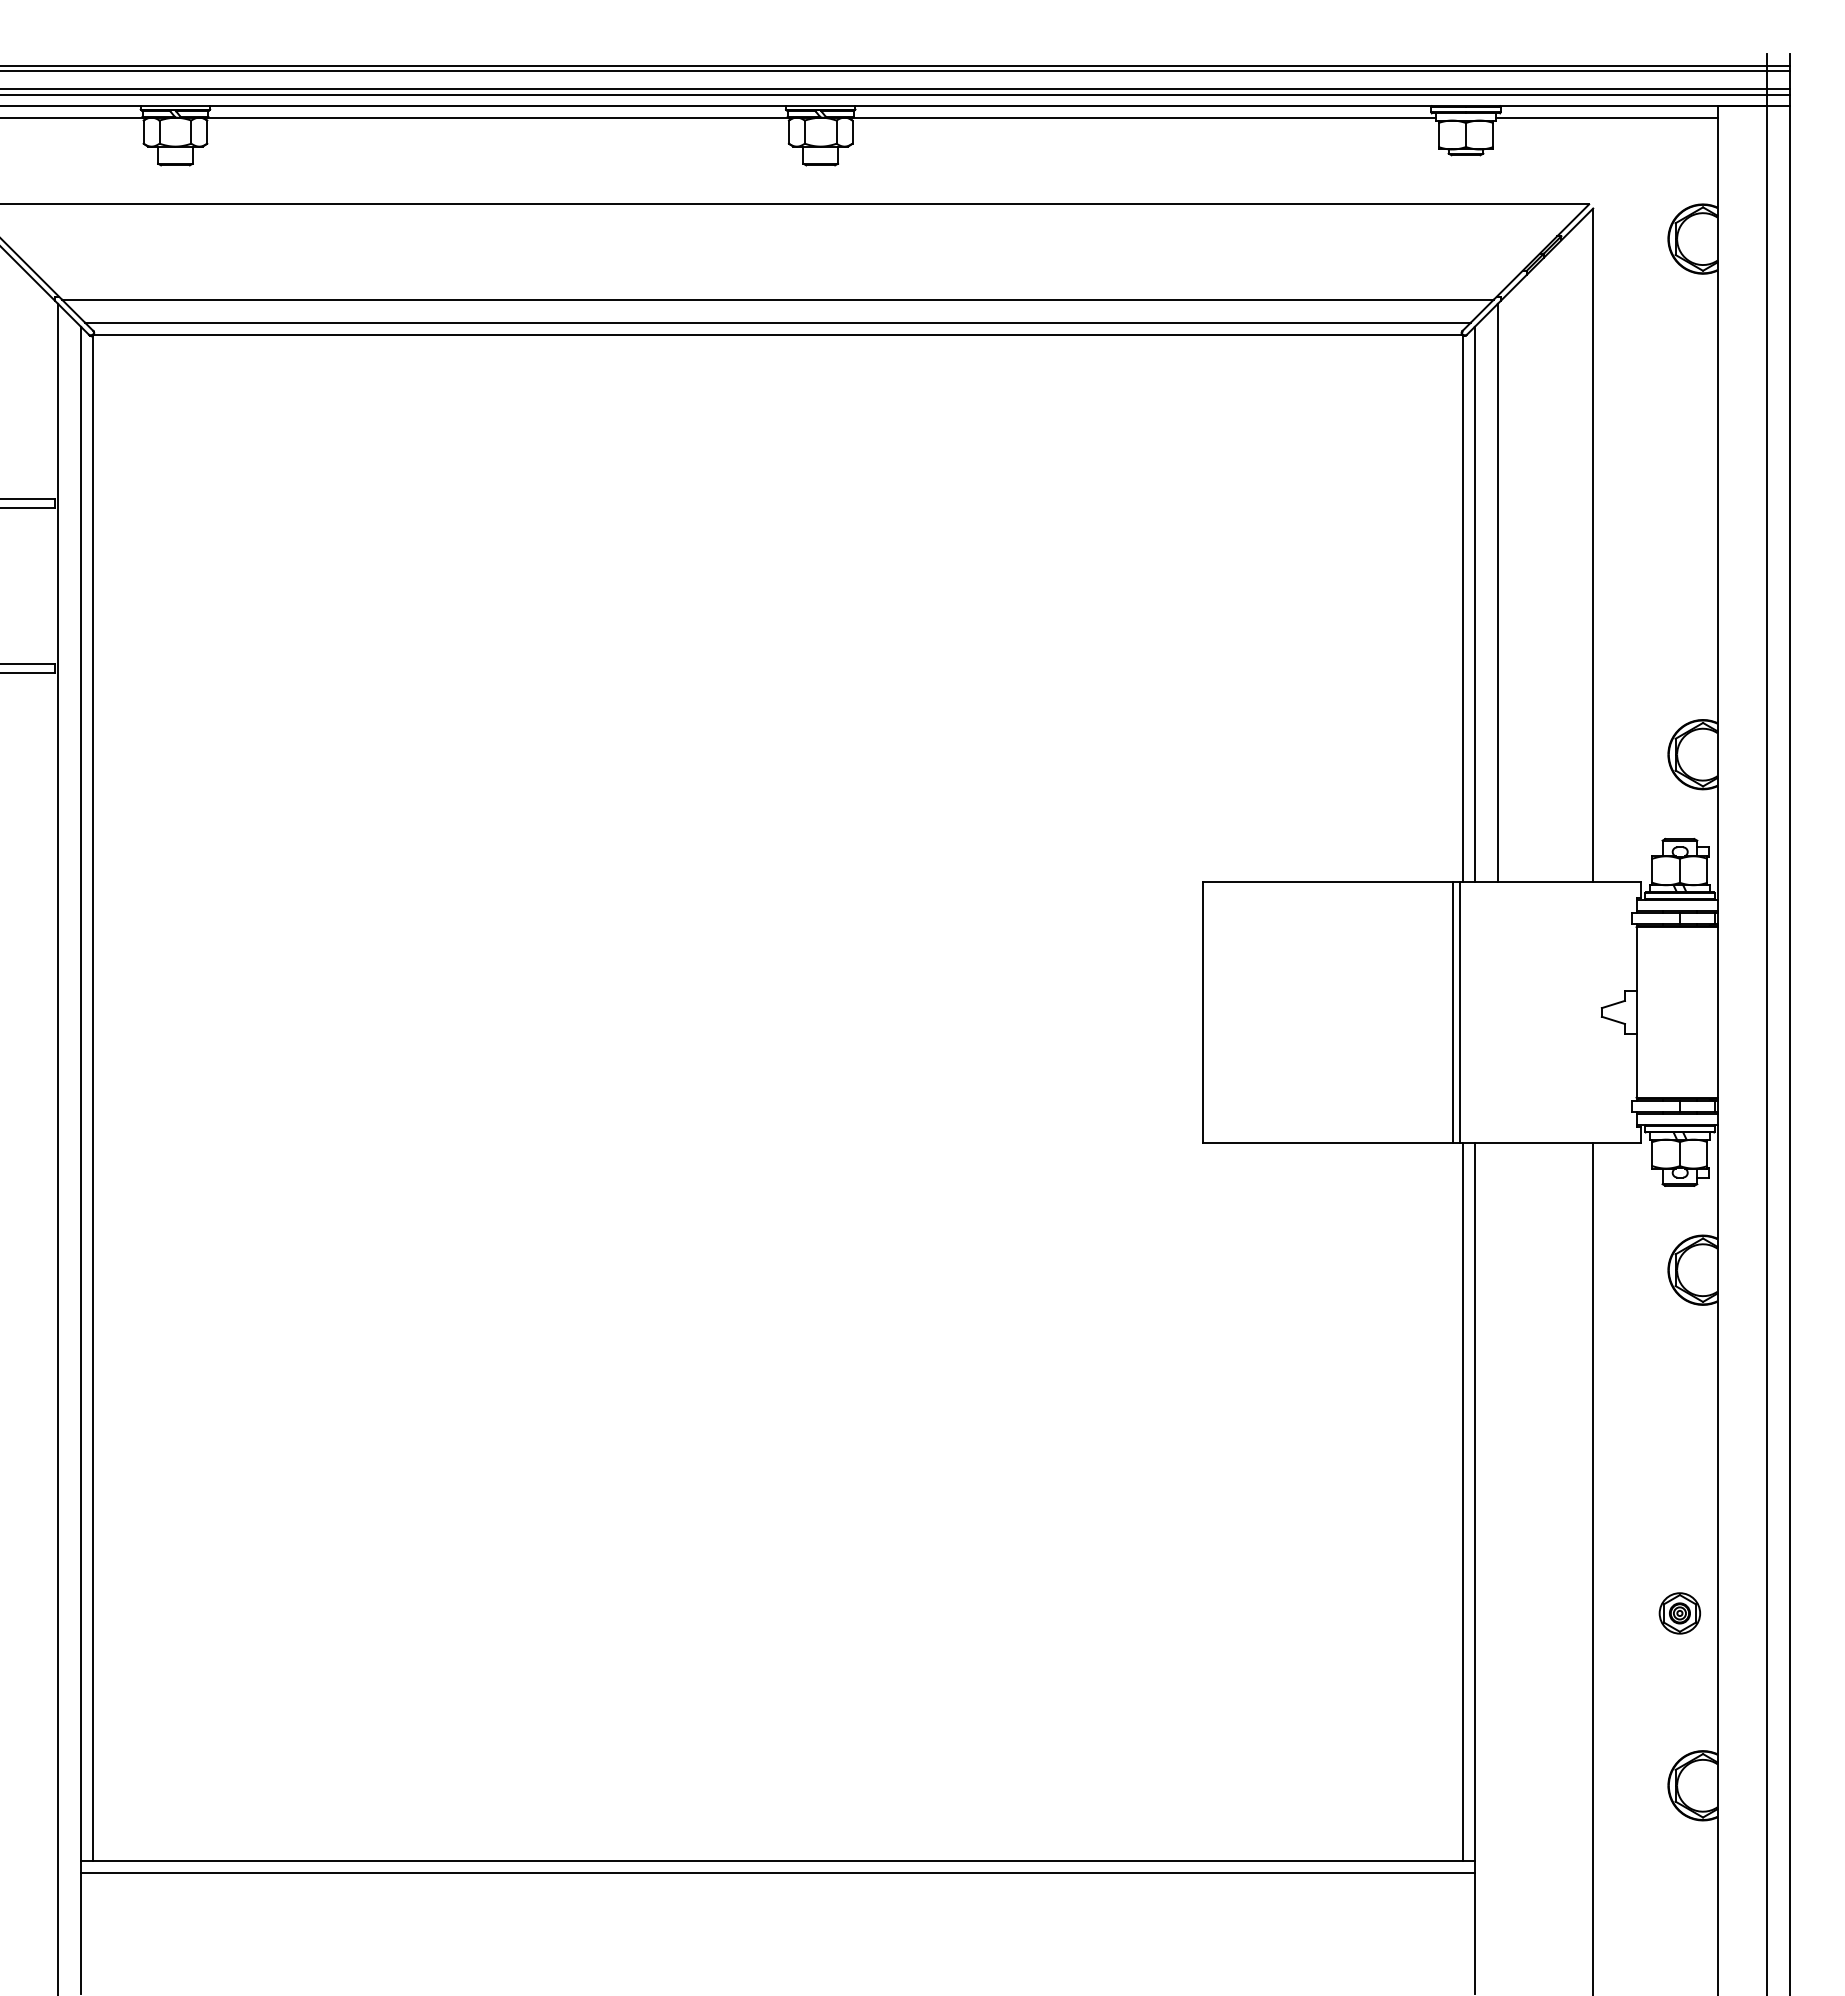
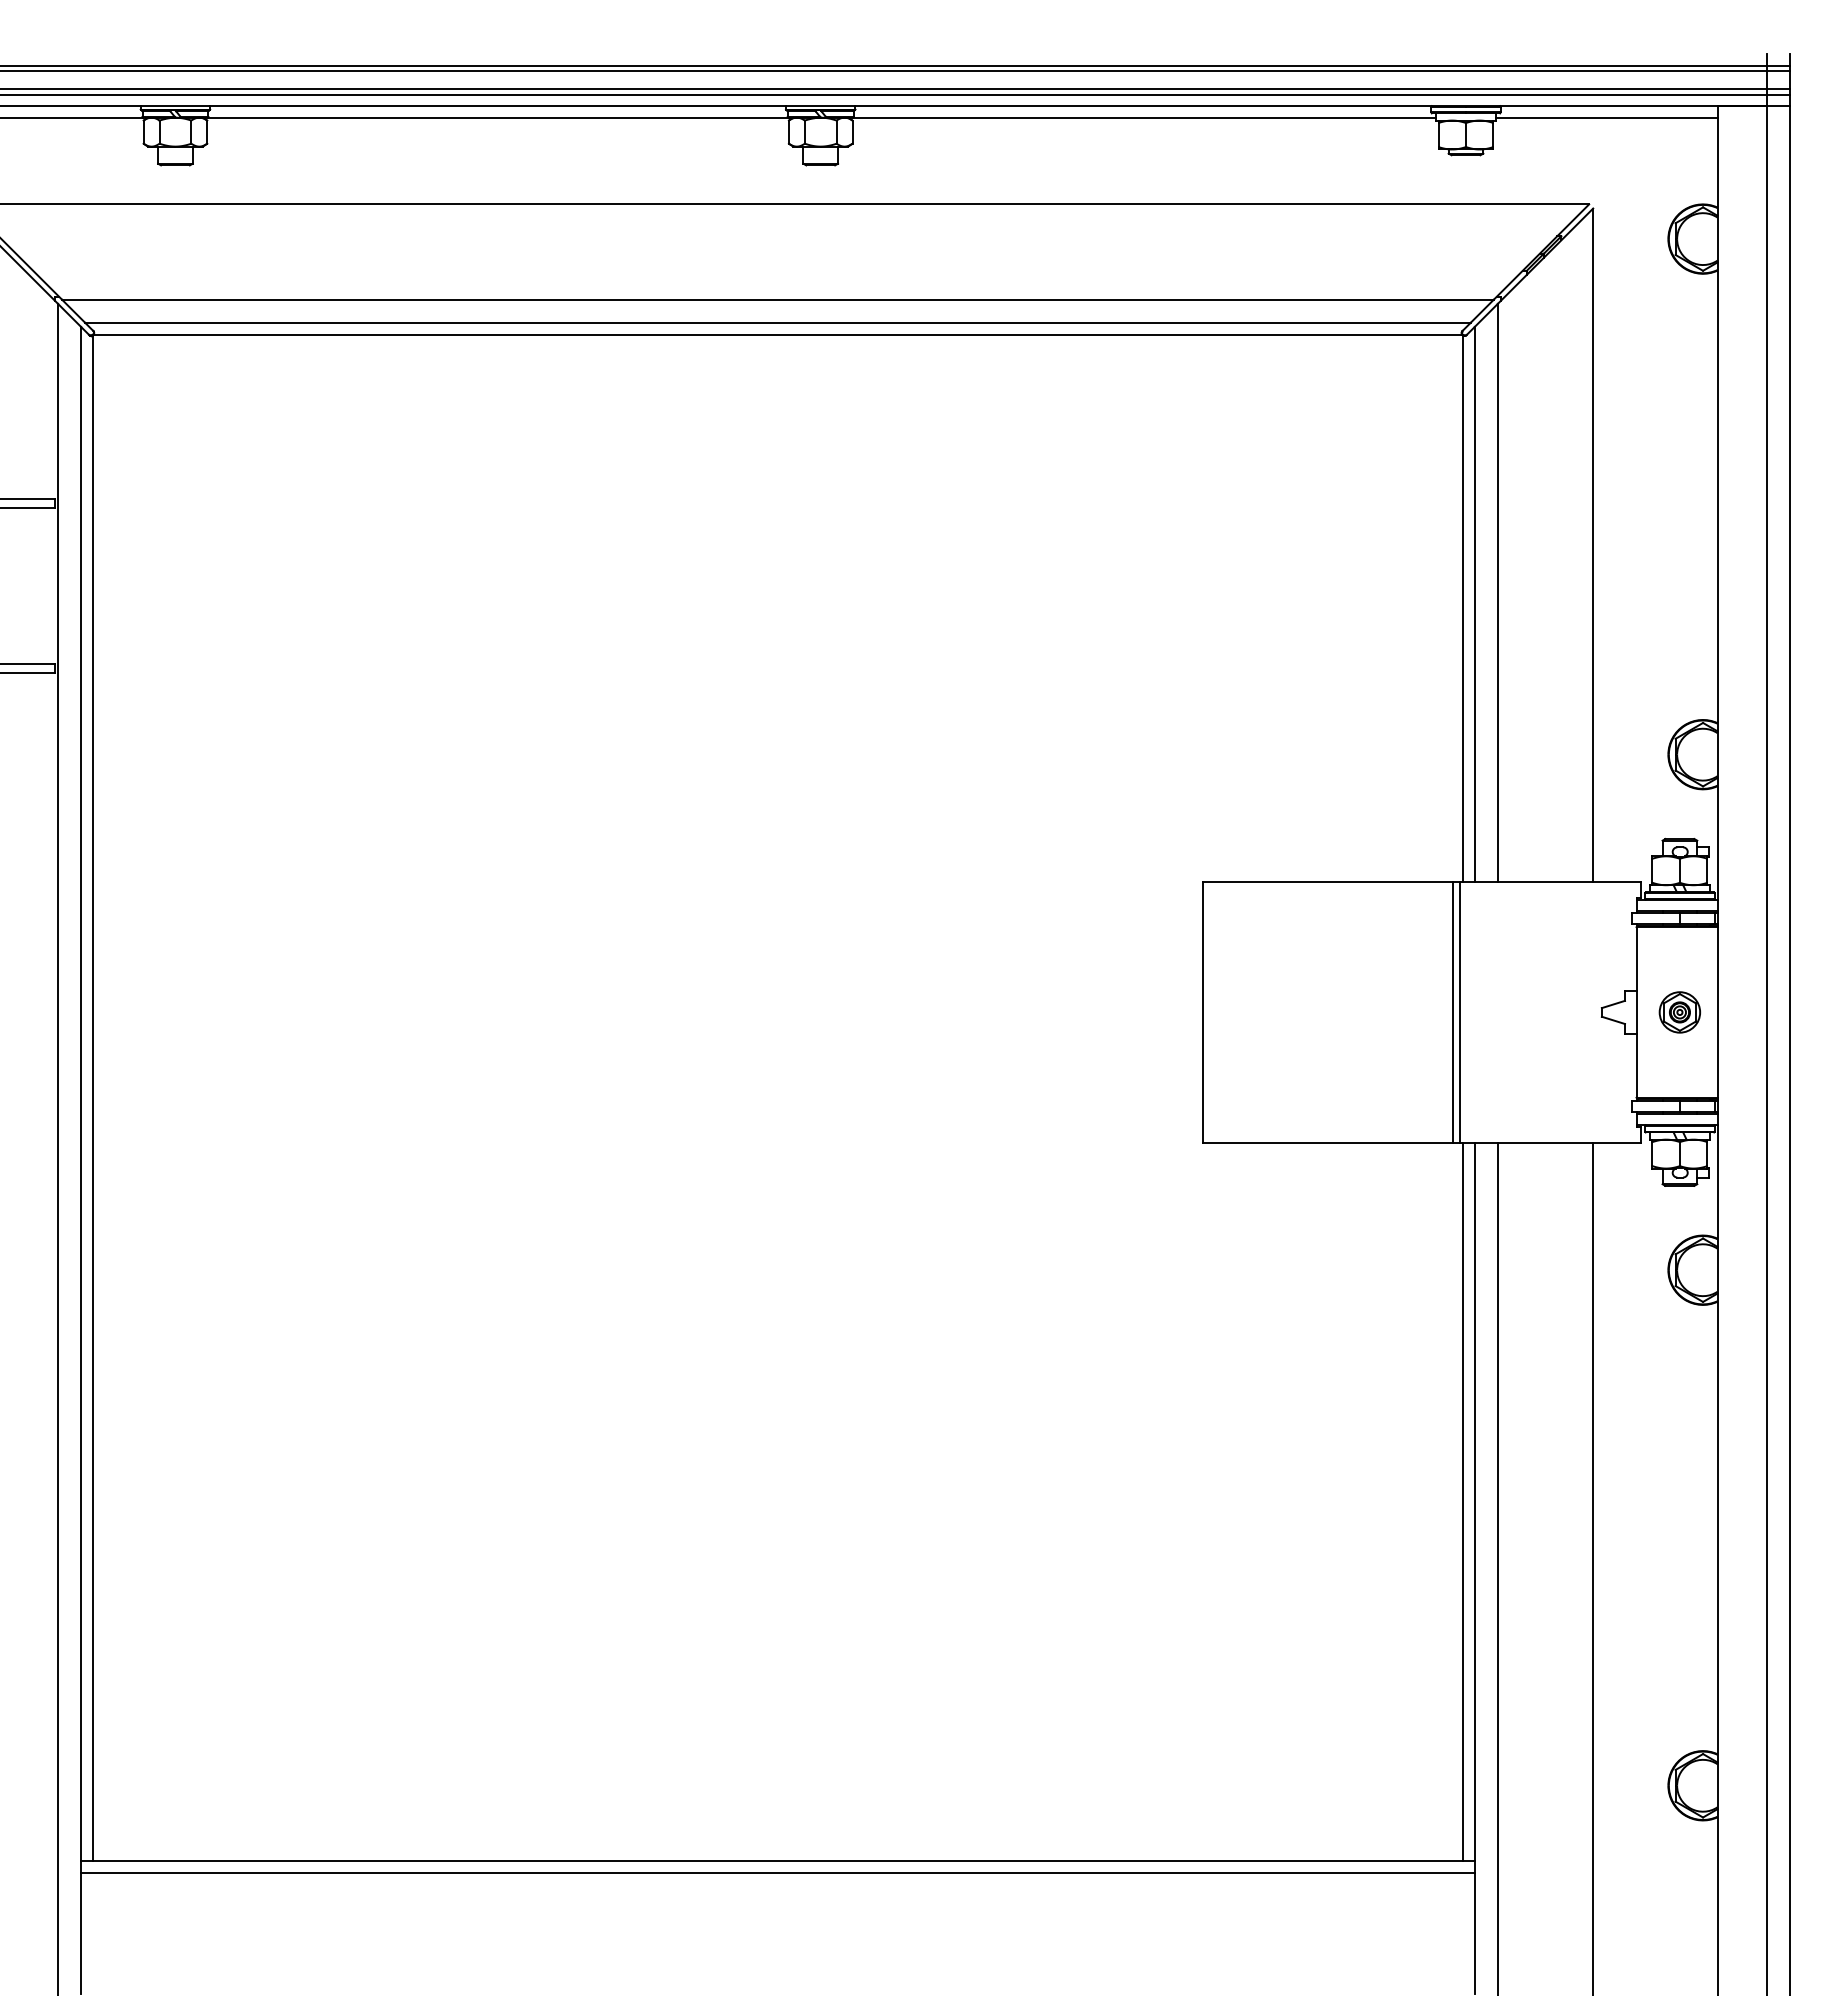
line at (1497, 1567): none -> present
part at (1679, 1613) position: (1679, 1613) -> (1679, 1012)
